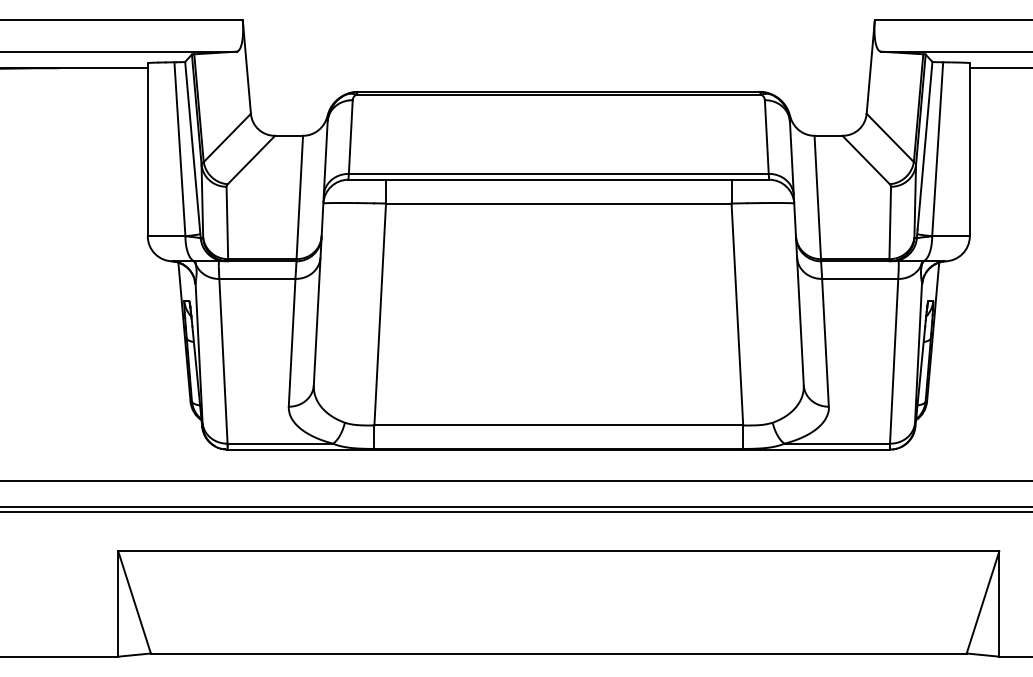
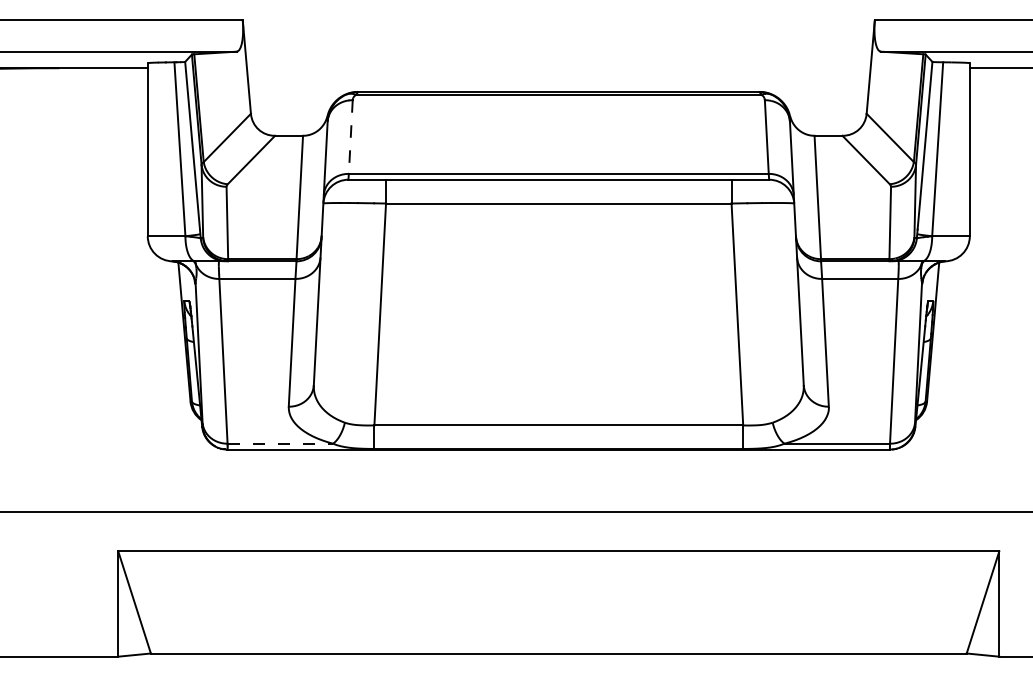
line at (350, 137): solid -> dashed
line at (280, 443): solid -> dashed
line at (515, 481): present -> none
line at (515, 506): present -> none
